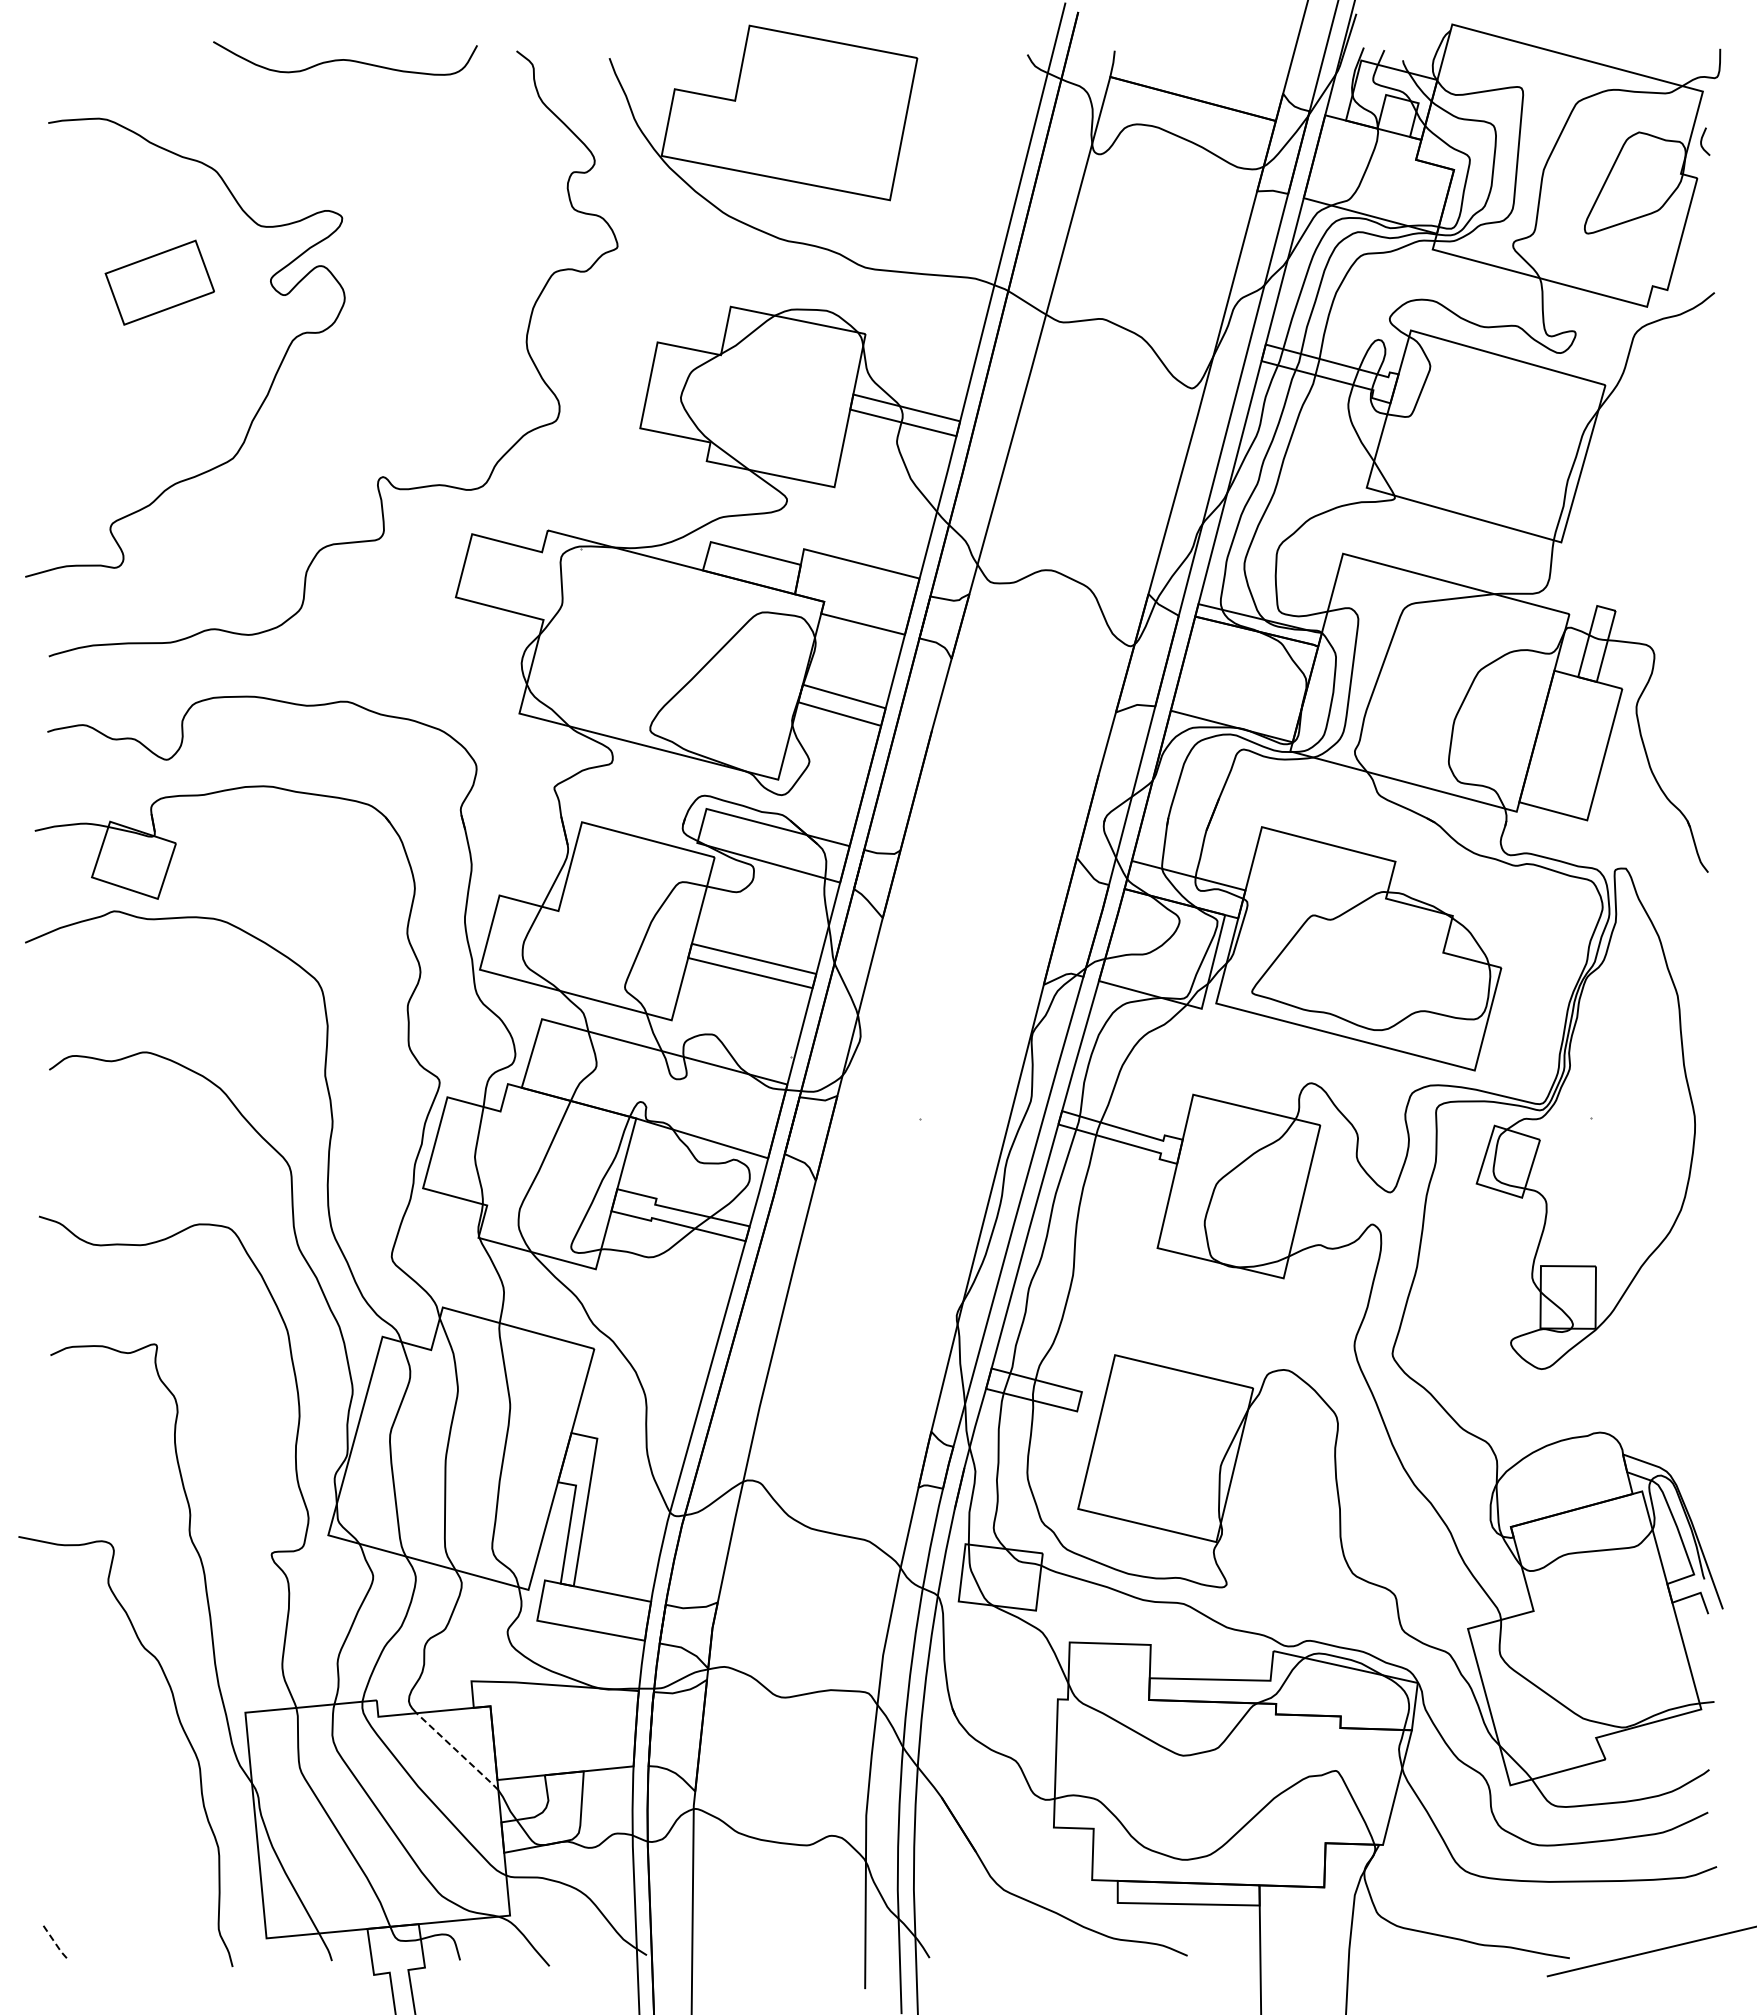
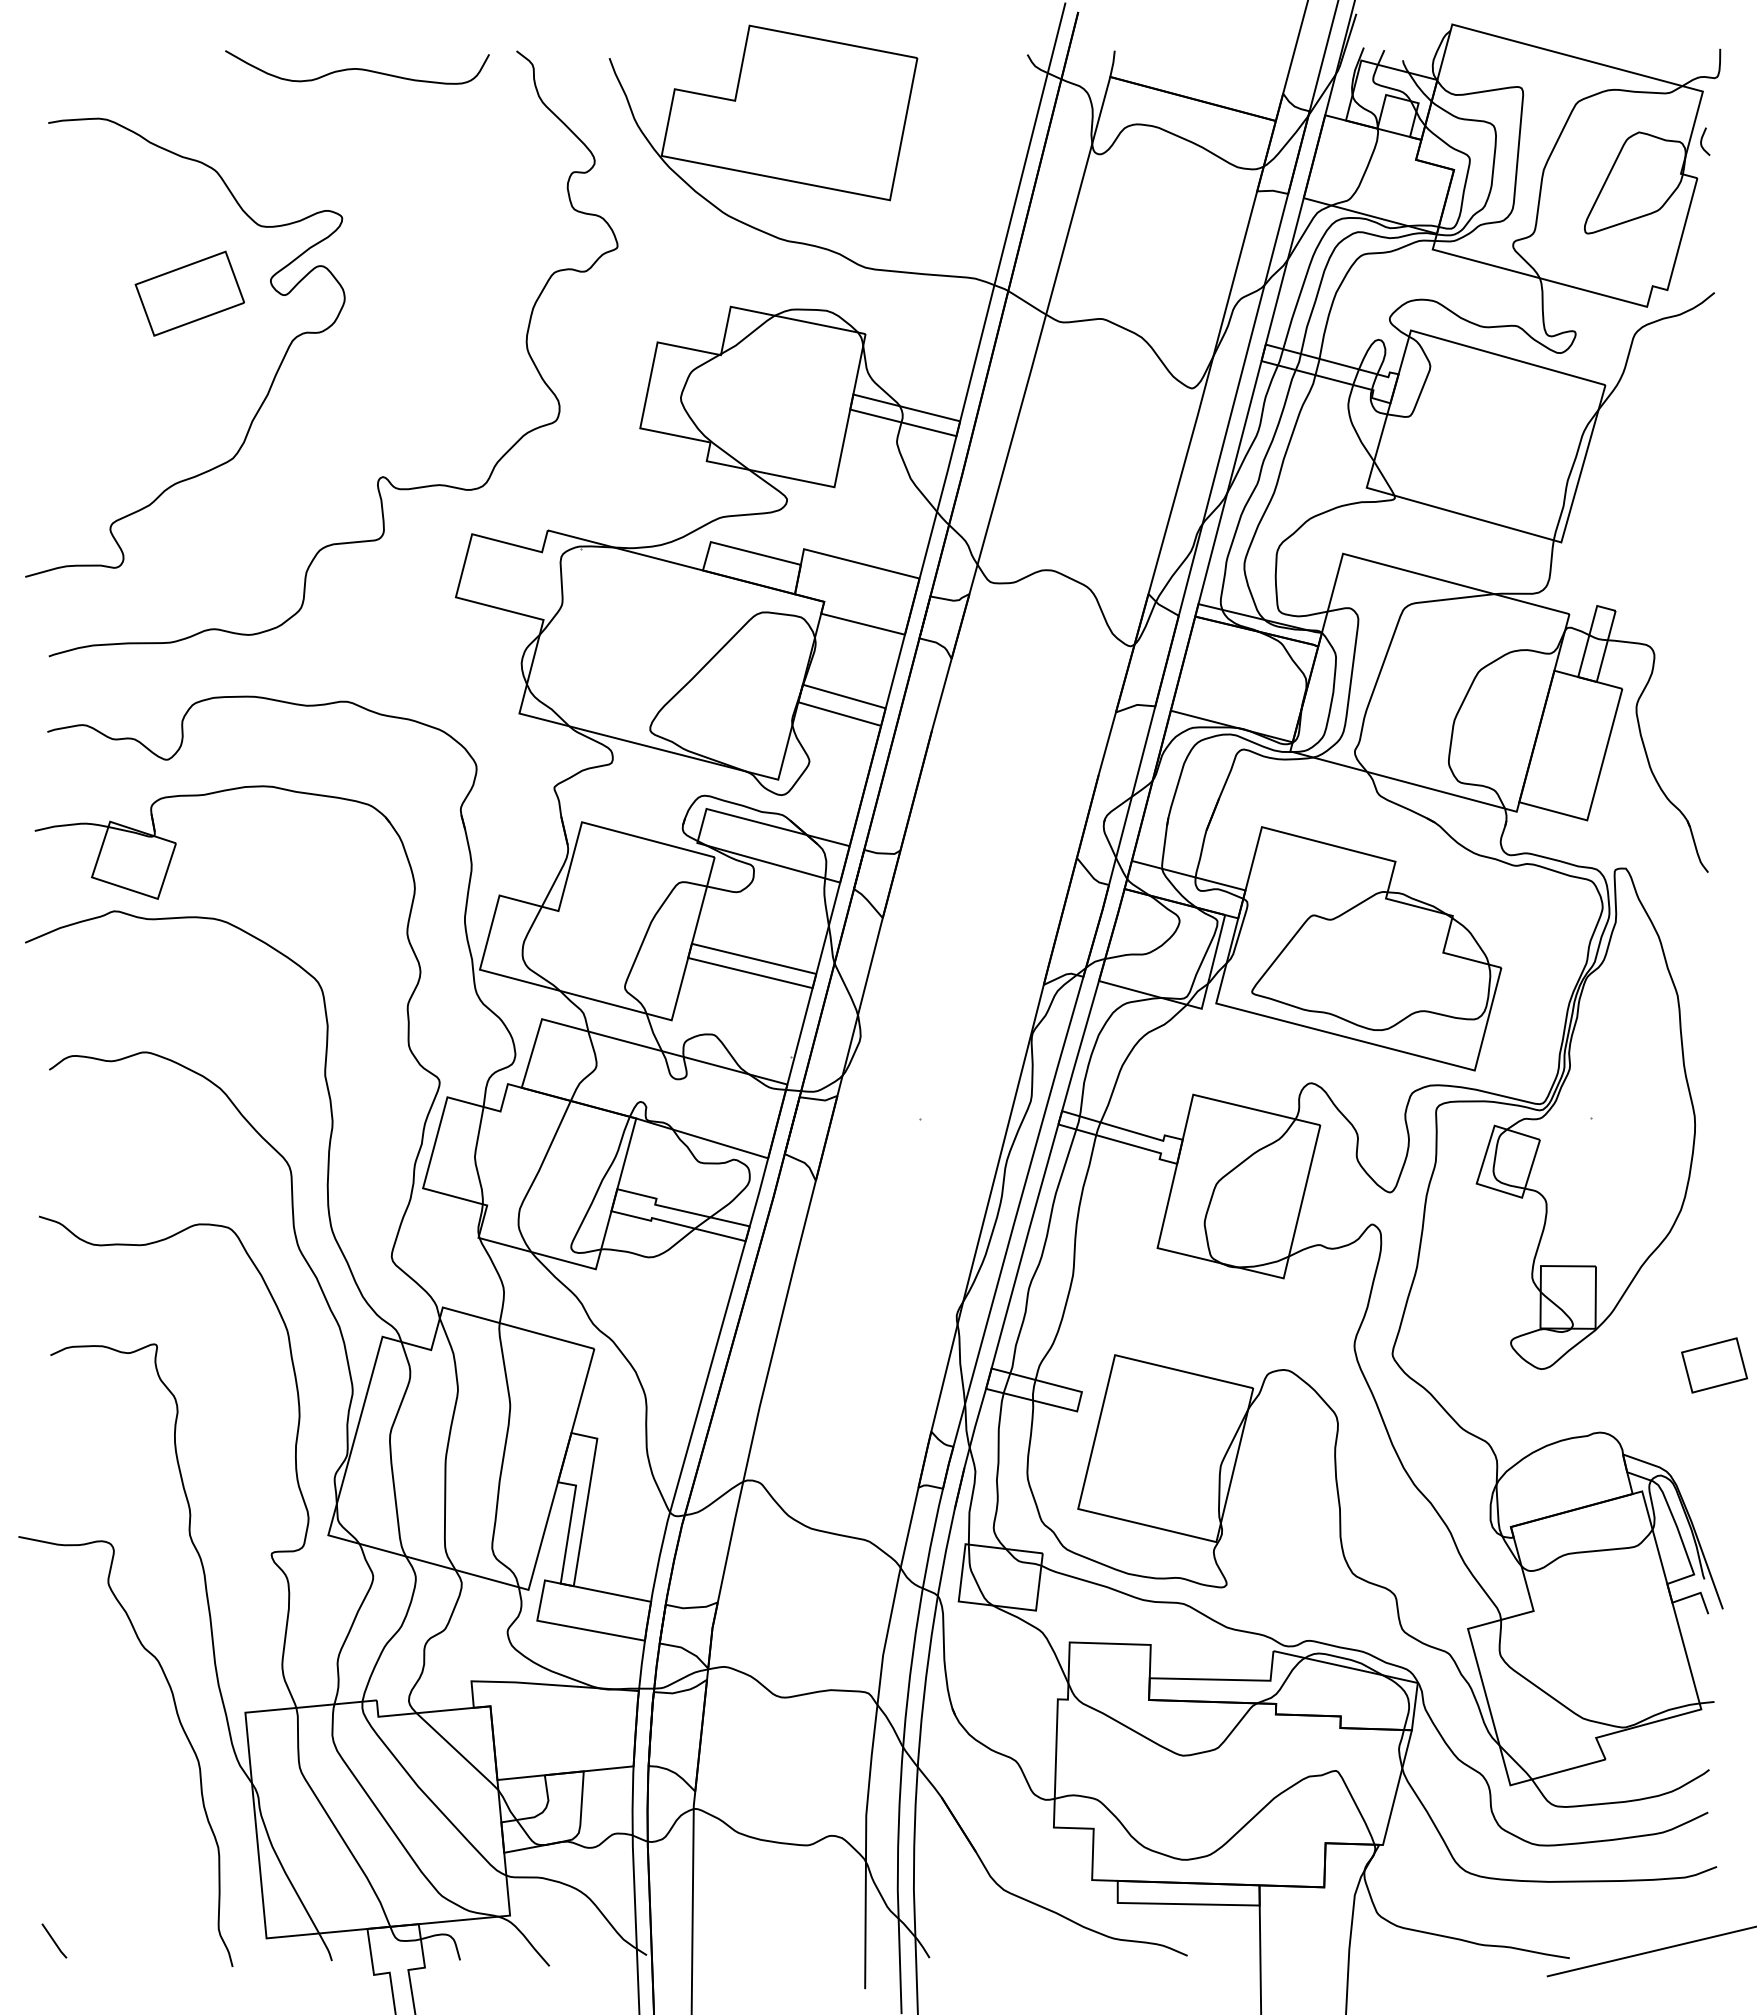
curve at (345, 59) position: (345, 59) -> (357, 68)
part at (159, 282) position: (159, 282) -> (189, 293)
part at (1714, 1365): none -> present
line at (457, 1751): dashed -> solid
line at (54, 1941): dashed -> solid
